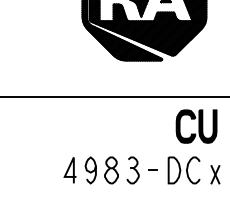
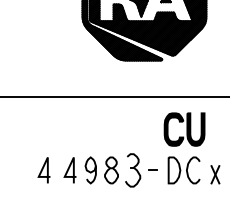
part at (196, 126) position: (196, 126) -> (184, 129)
line at (43, 169): none -> present
part at (132, 170) size: 14x29 px -> 17x35 px
